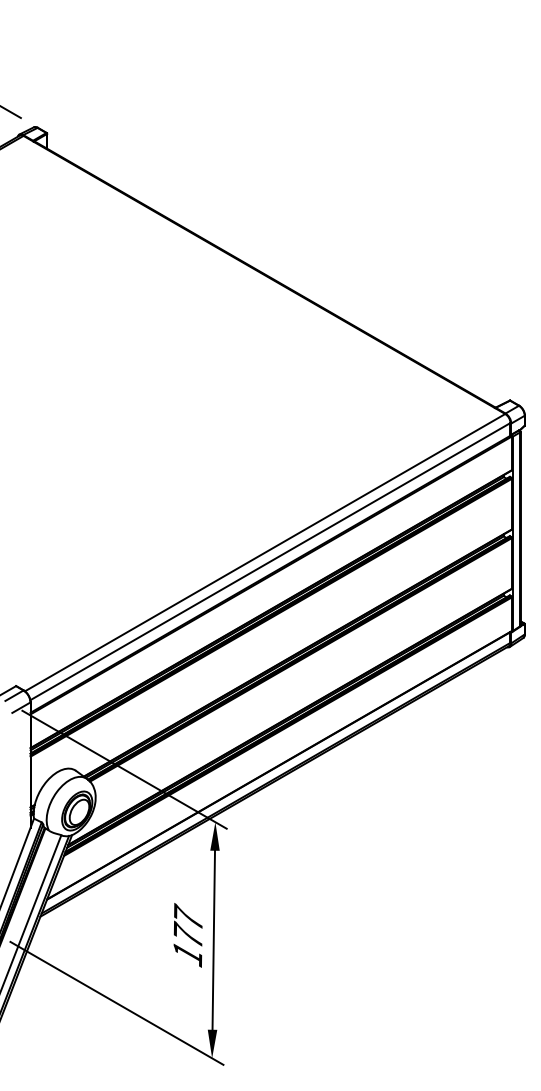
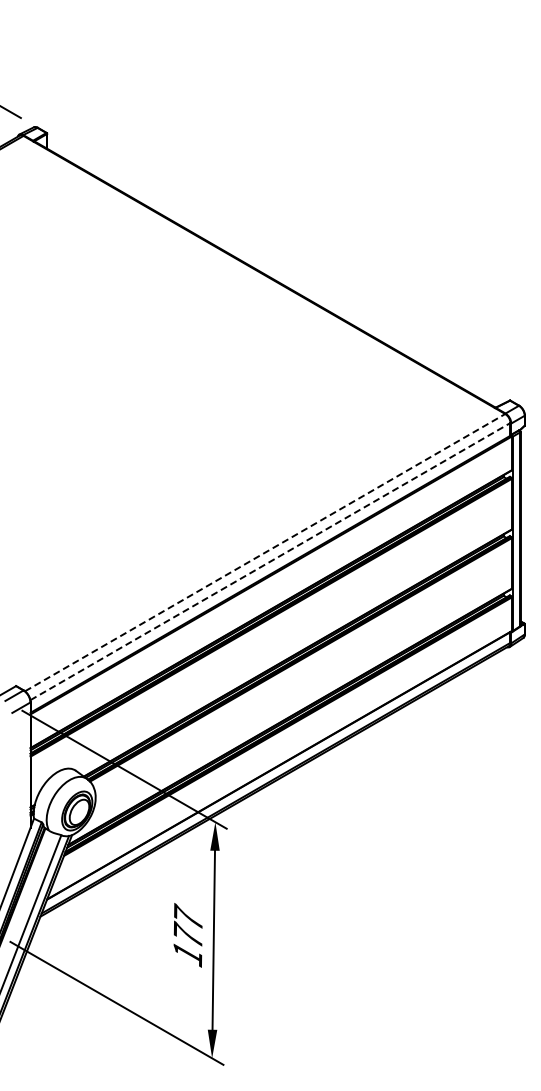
line at (265, 552): solid -> dashed
line at (270, 561): solid -> dashed
